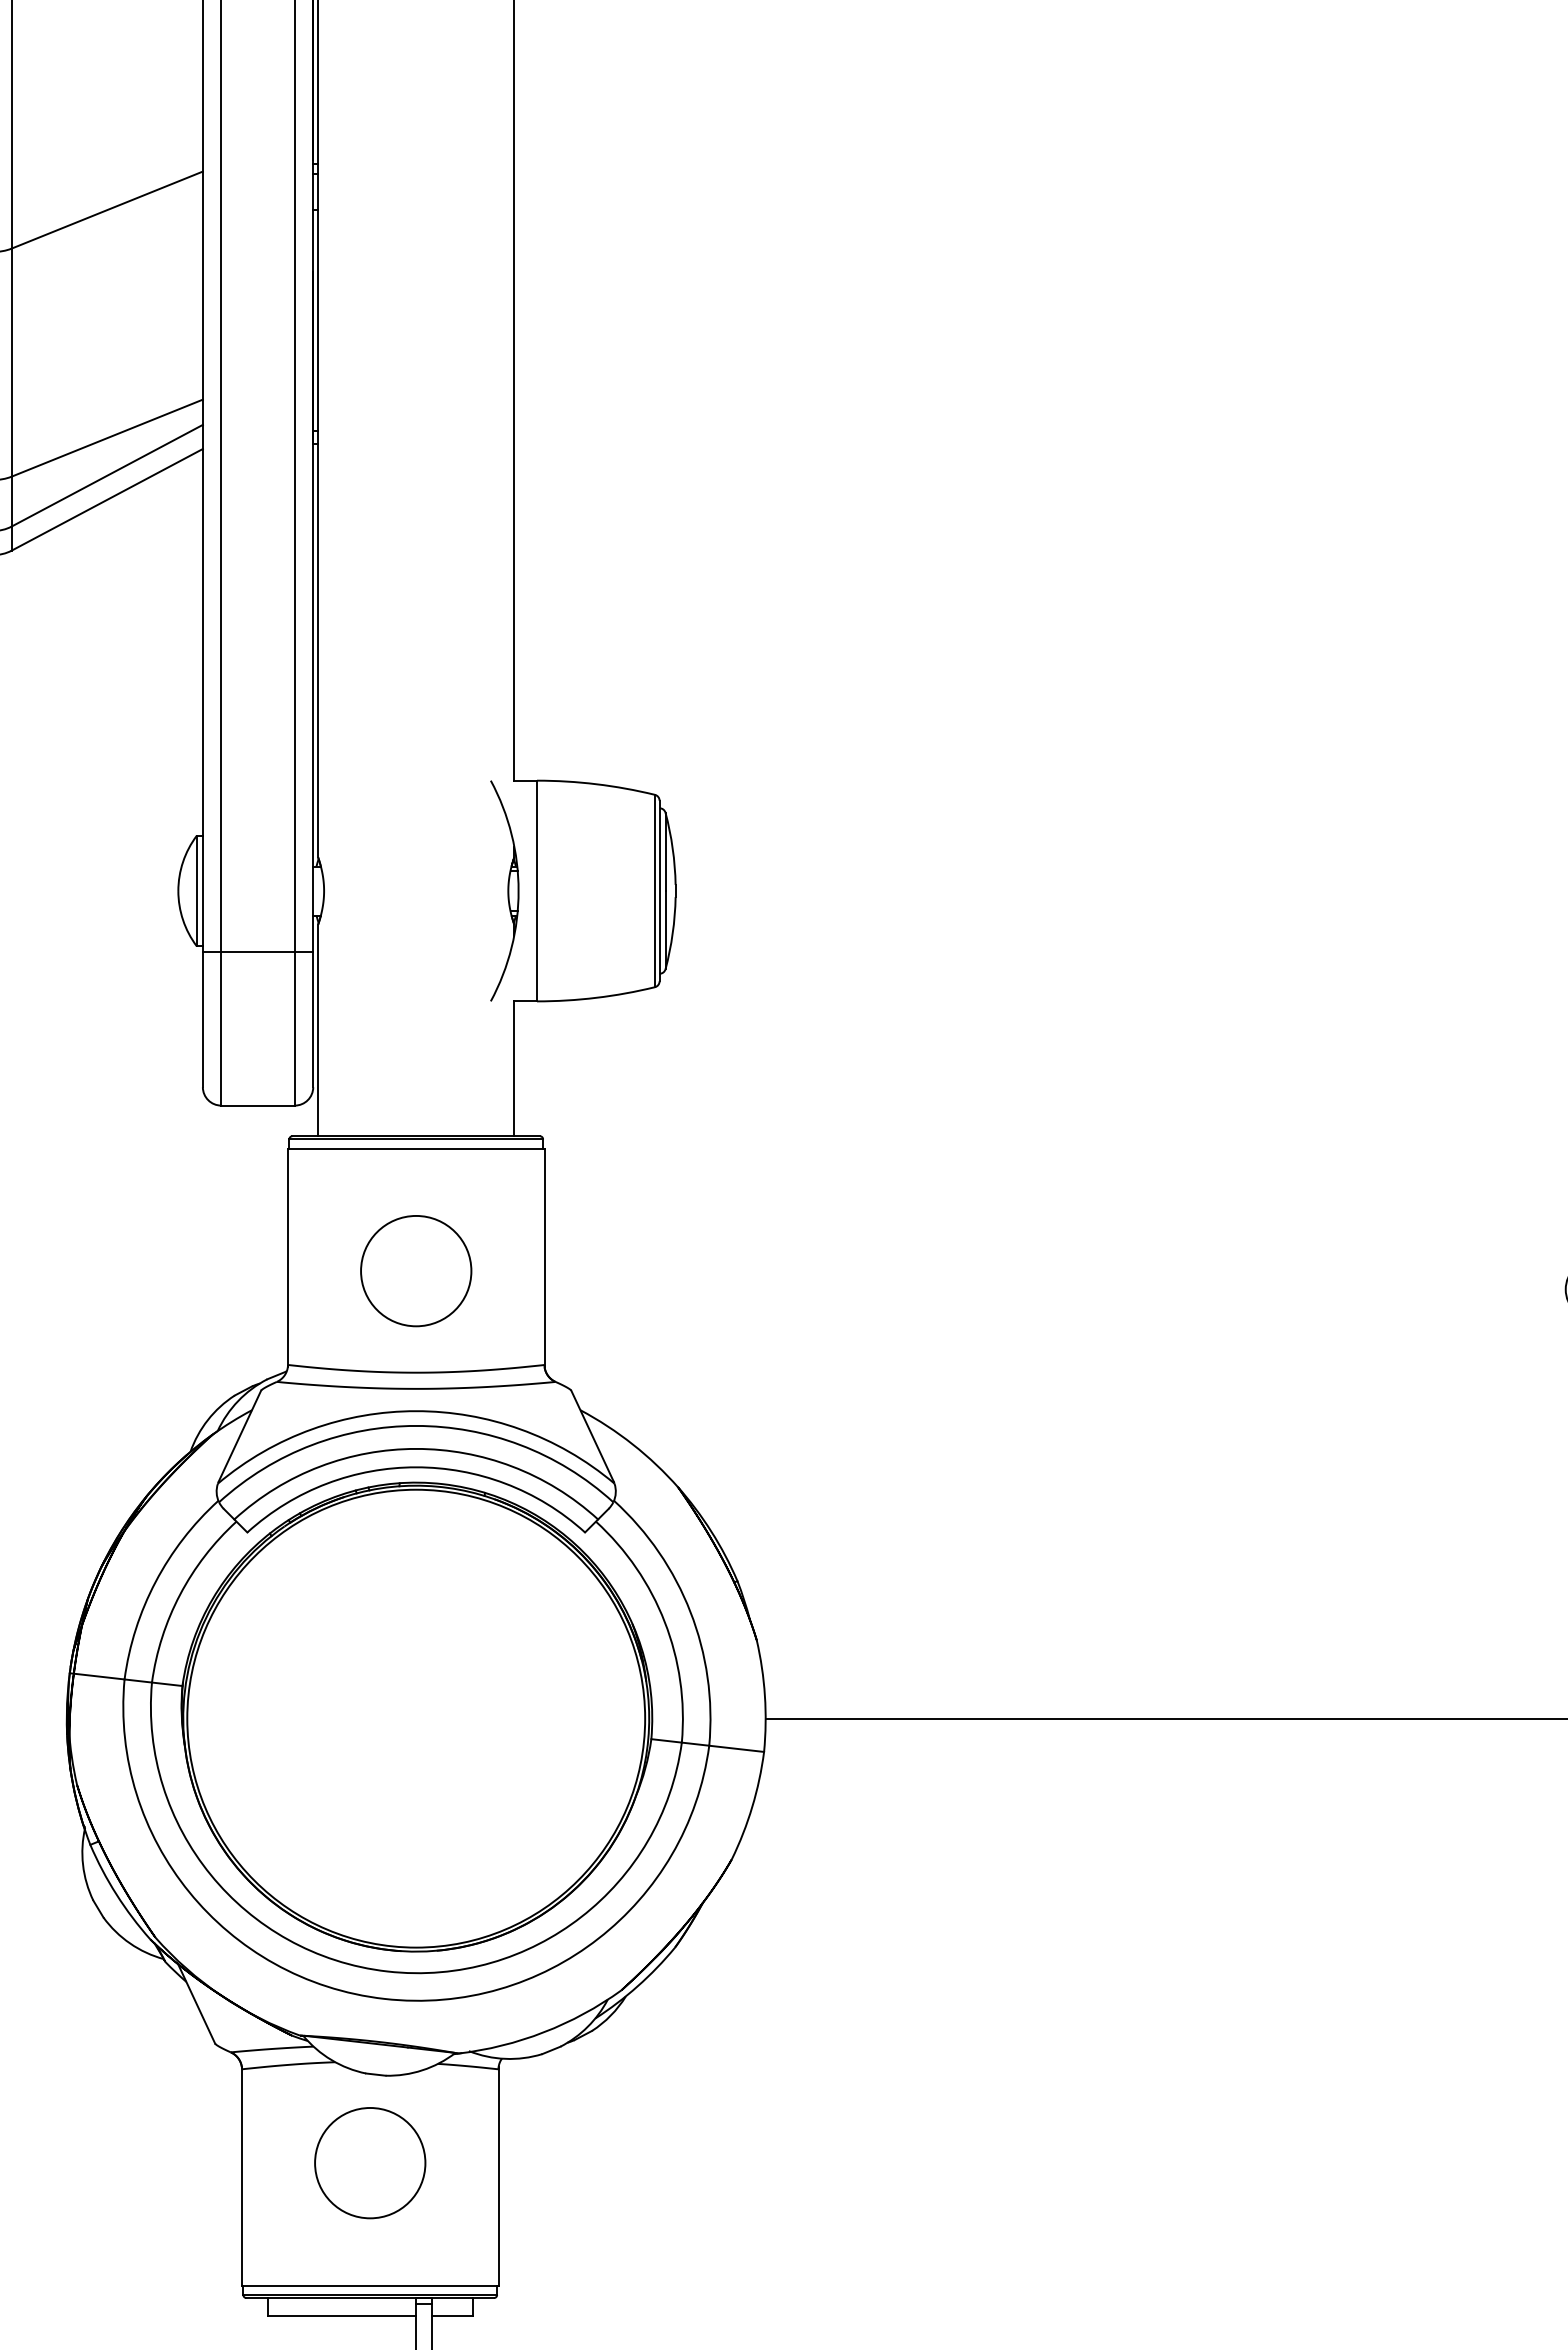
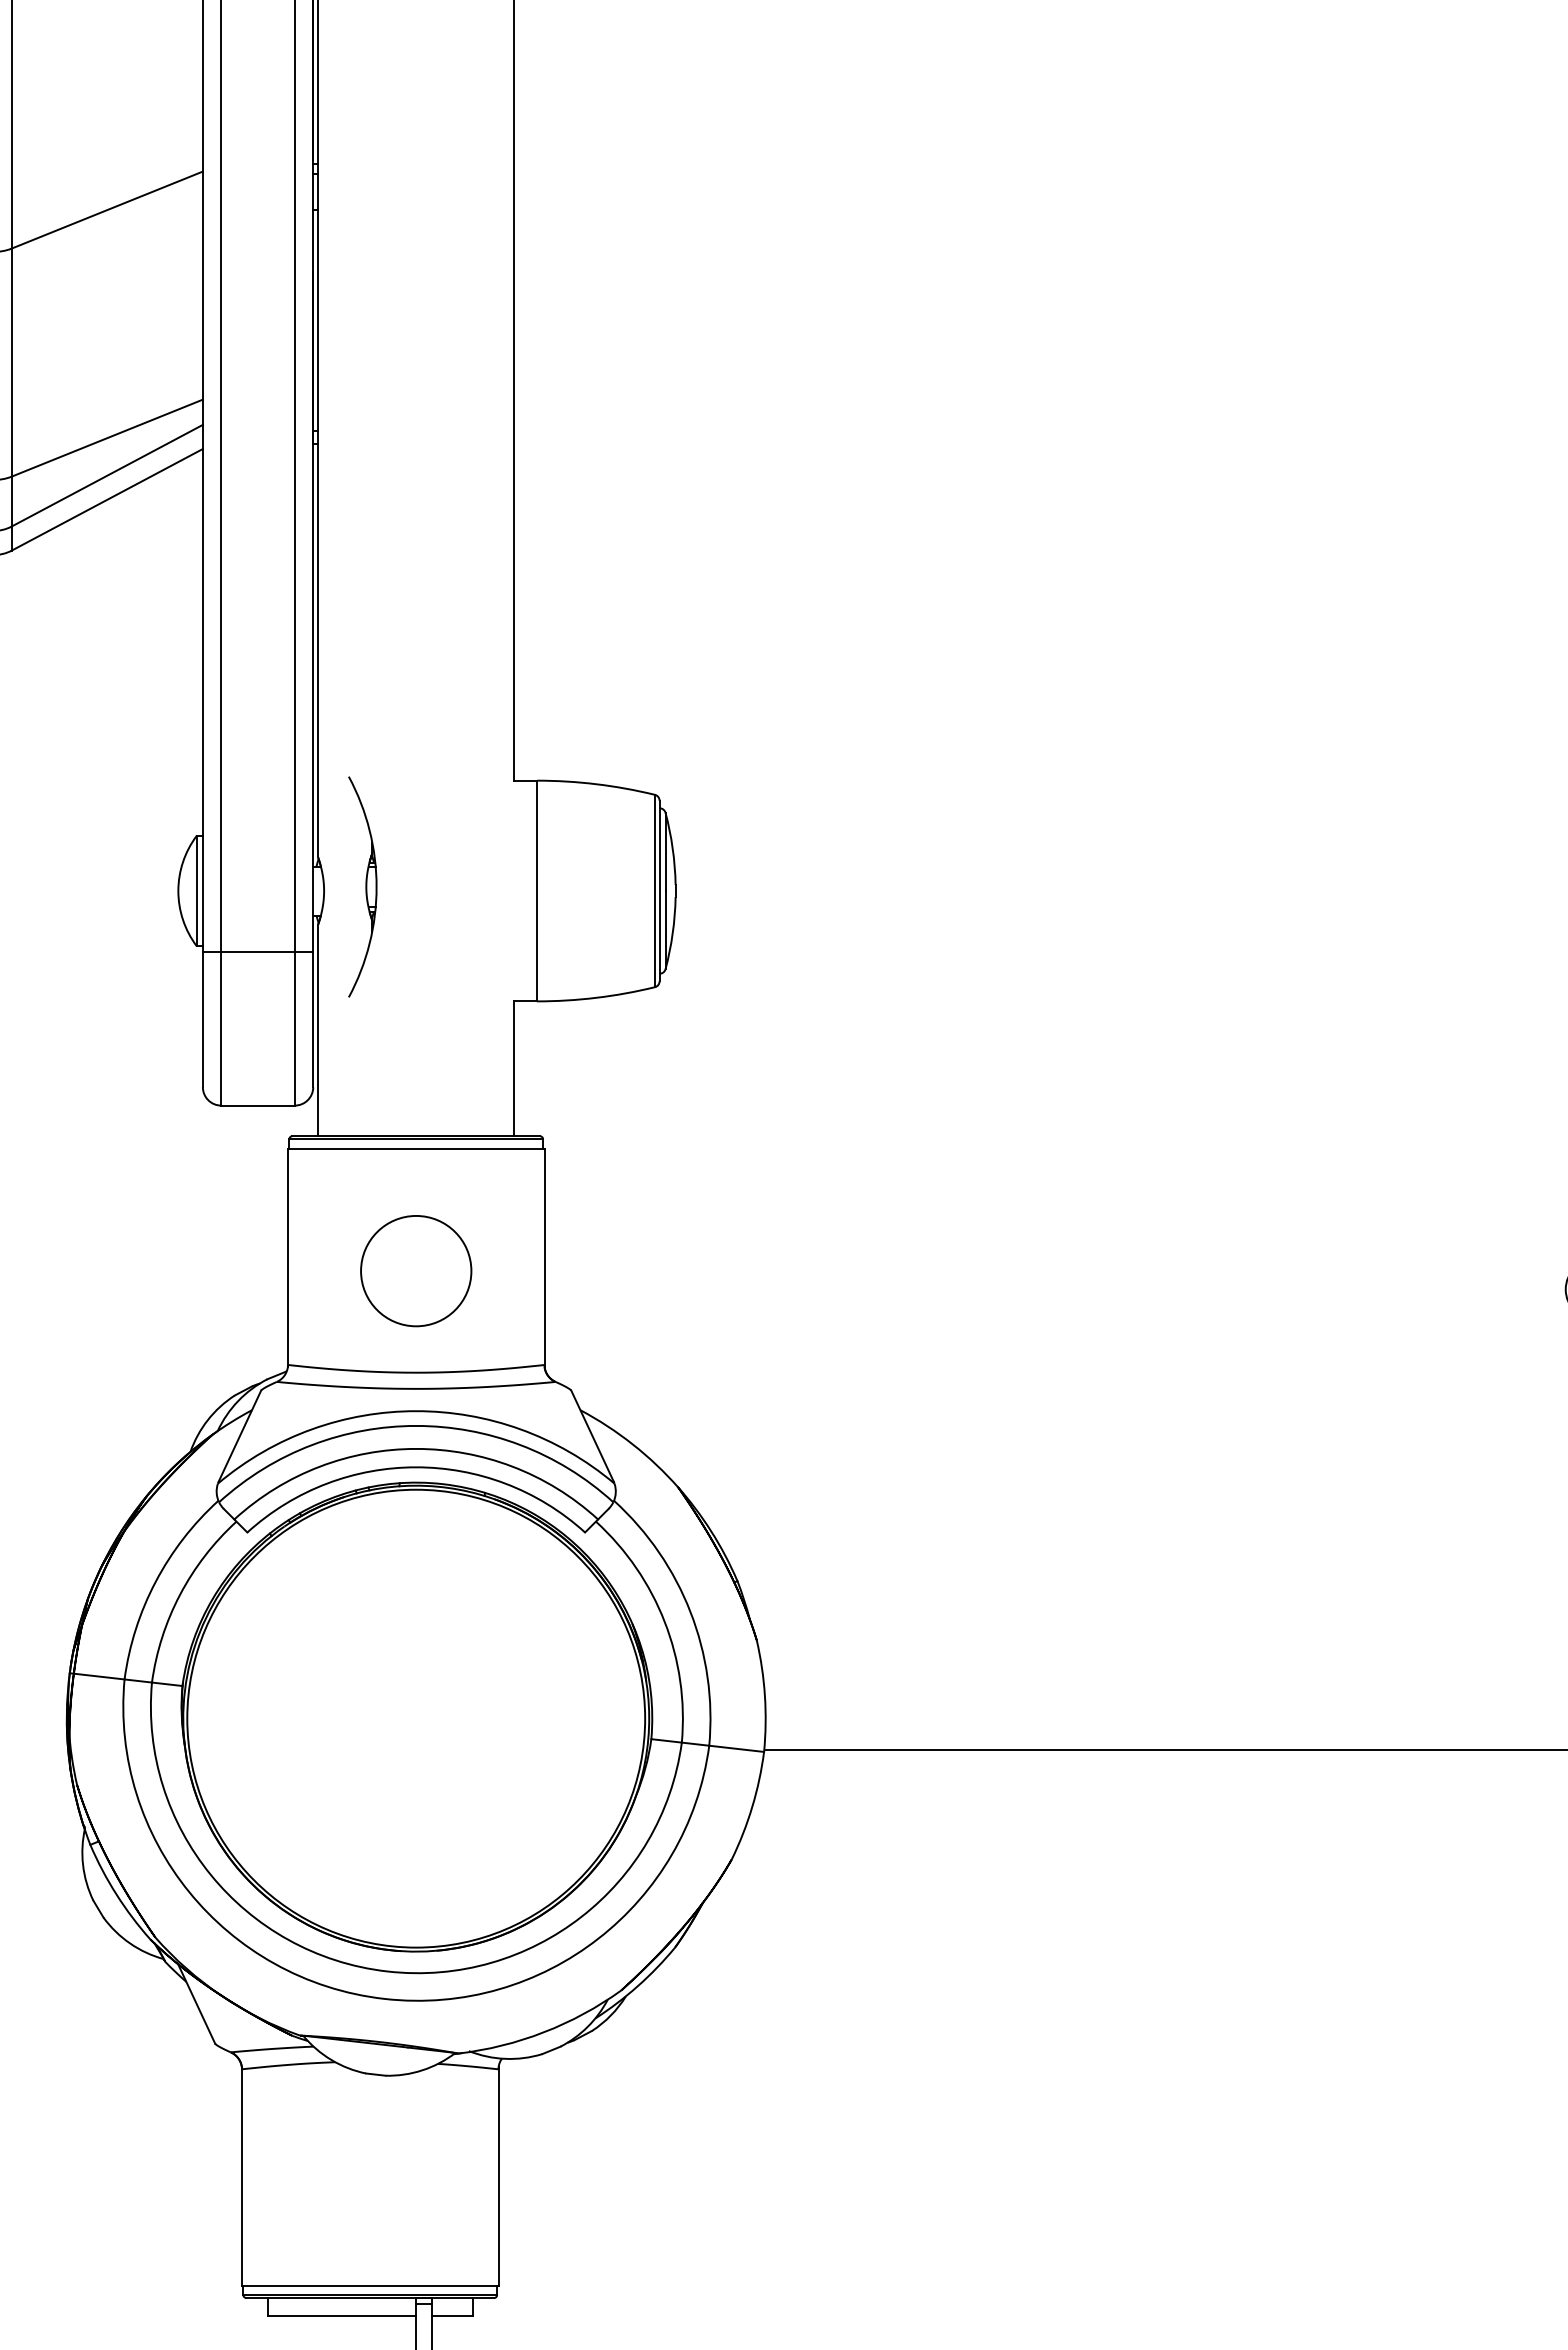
part at (504, 890) position: (504, 890) -> (362, 886)
line at (1164, 1718) position: (1164, 1718) -> (1164, 1749)
circle at (370, 2163): present -> none
